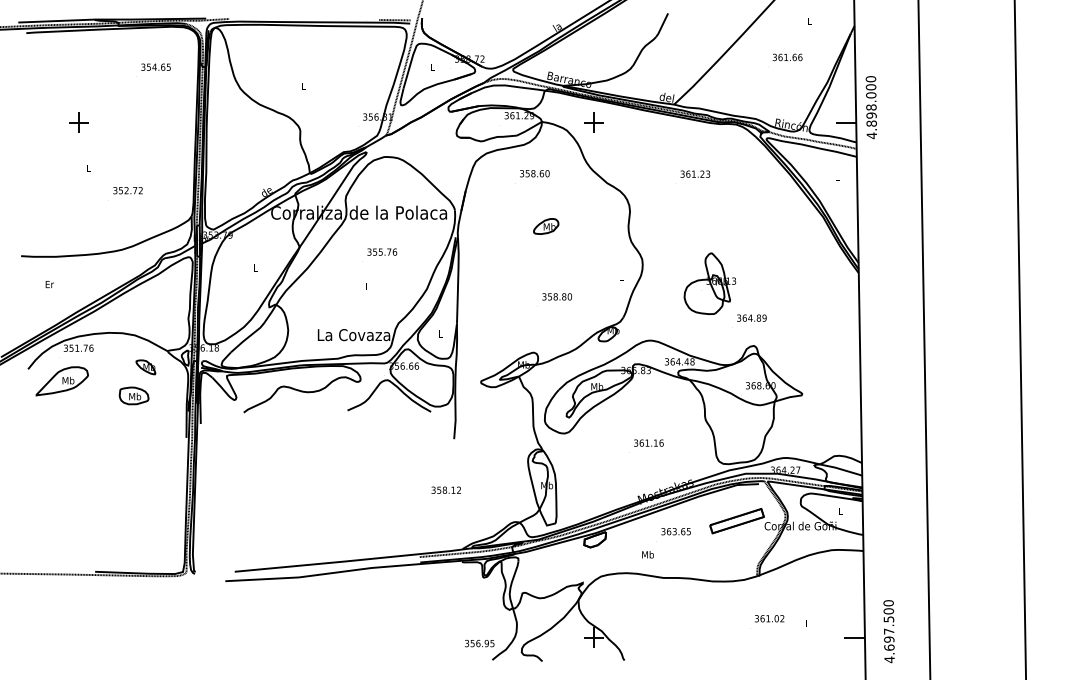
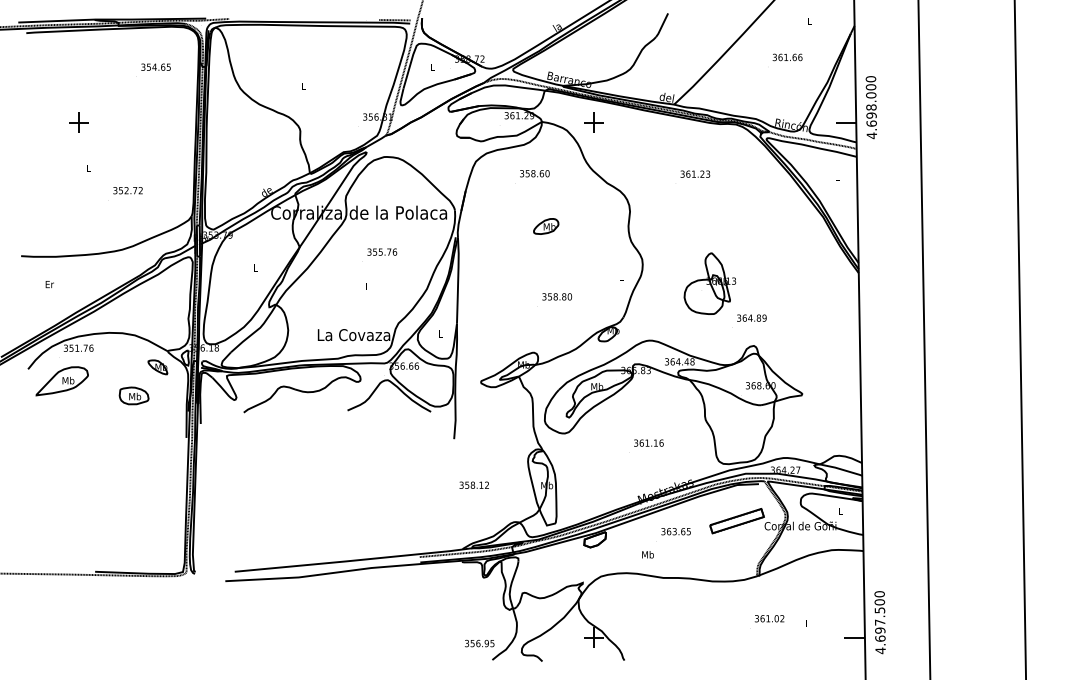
text at (871, 123): 4.898.000 -> 4.698.000
part at (145, 367) position: (145, 367) -> (157, 367)
text at (445, 489) position: (445, 489) -> (473, 484)
text at (888, 631) position: (888, 631) -> (879, 622)
